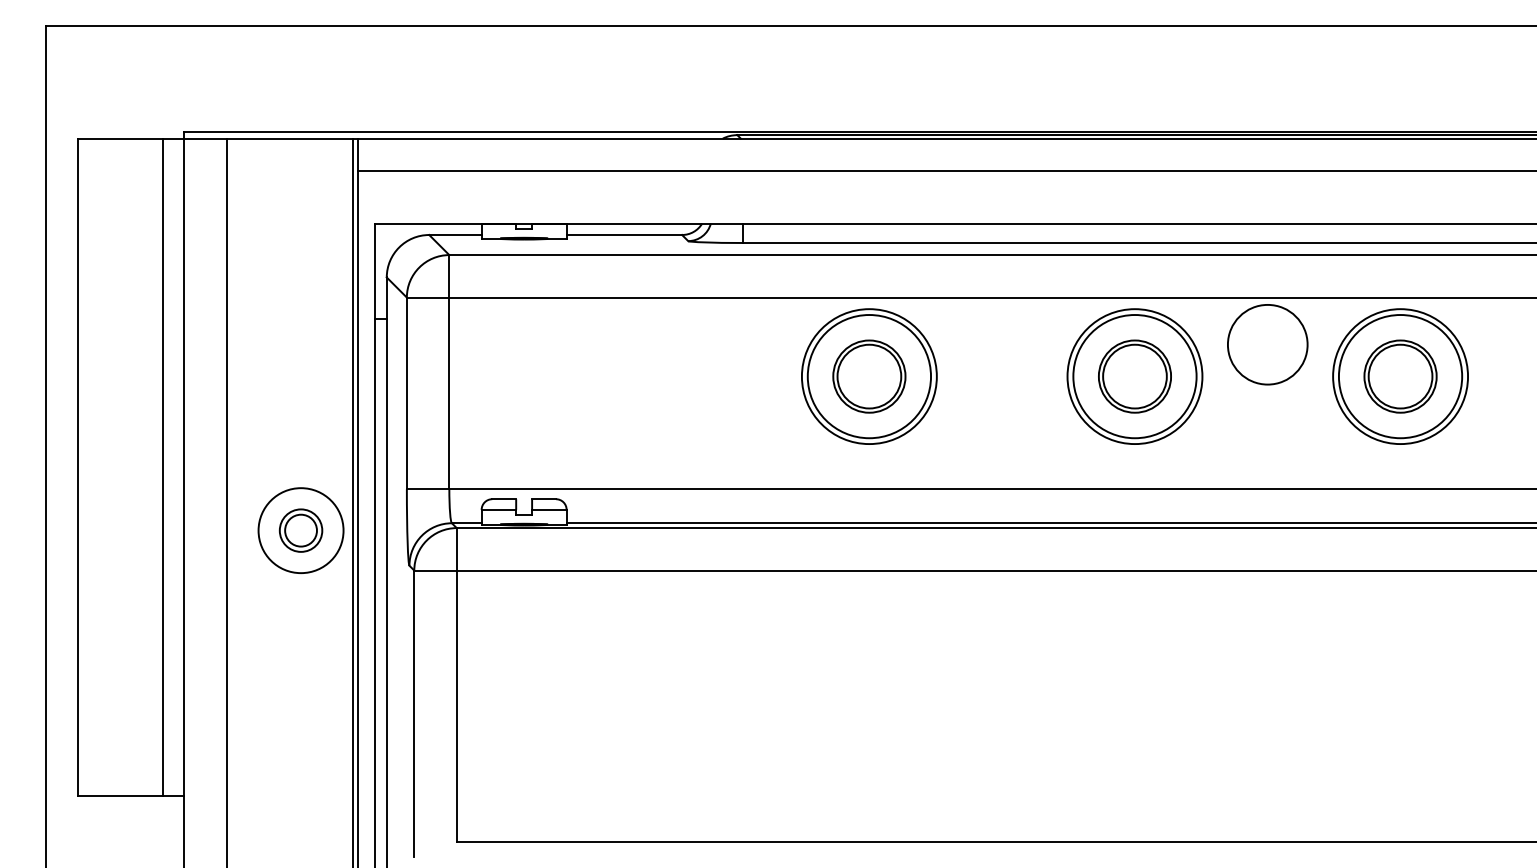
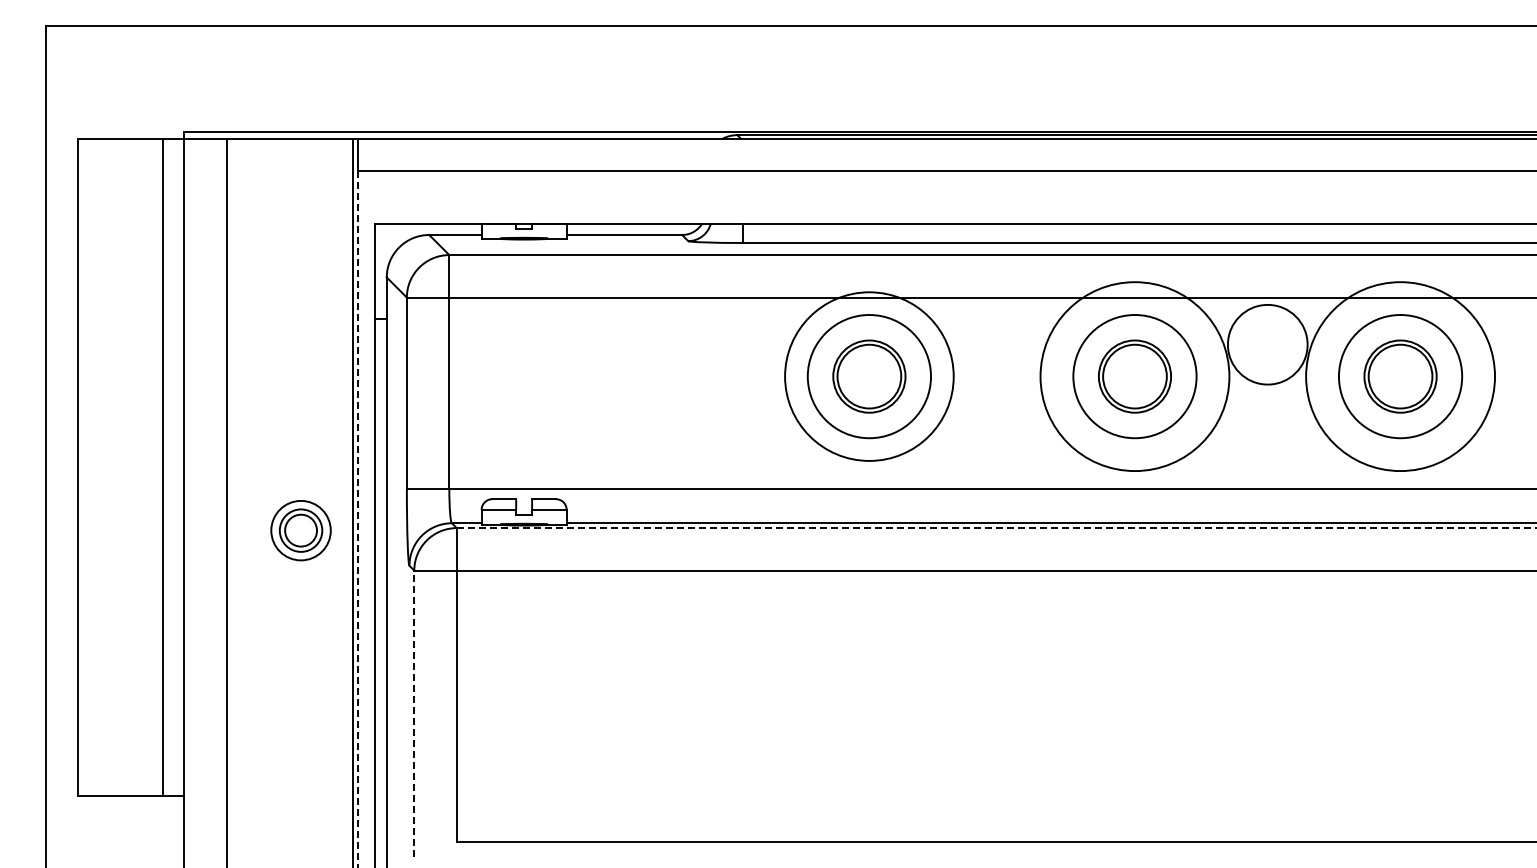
circle at (868, 376) diameter: 135 px -> 169 px
circle at (1134, 376) diameter: 135 px -> 189 px
circle at (1400, 376) diameter: 135 px -> 189 px
line at (358, 519): solid -> dashed
line at (996, 528): solid -> dashed
circle at (300, 530) diameter: 85 px -> 59 px
line at (414, 713): solid -> dashed
